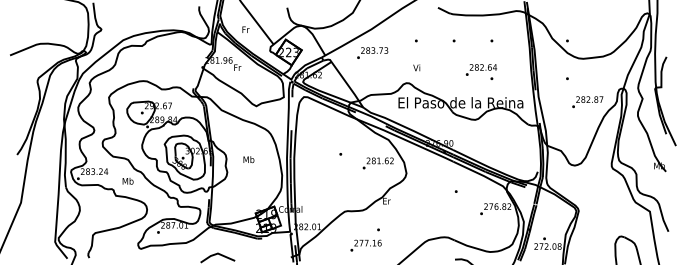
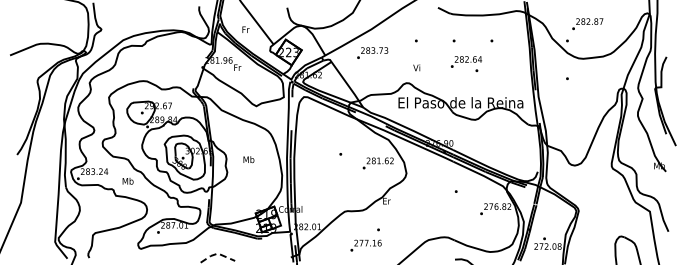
text at (480, 71) position: (480, 71) -> (465, 63)
text at (587, 102) position: (587, 102) -> (587, 24)
line at (217, 253): solid -> dashed
